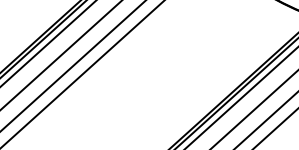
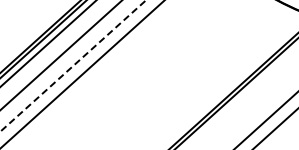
line at (73, 65): solid -> dashed
line at (241, 97): present -> none
line at (254, 109): present -> none
